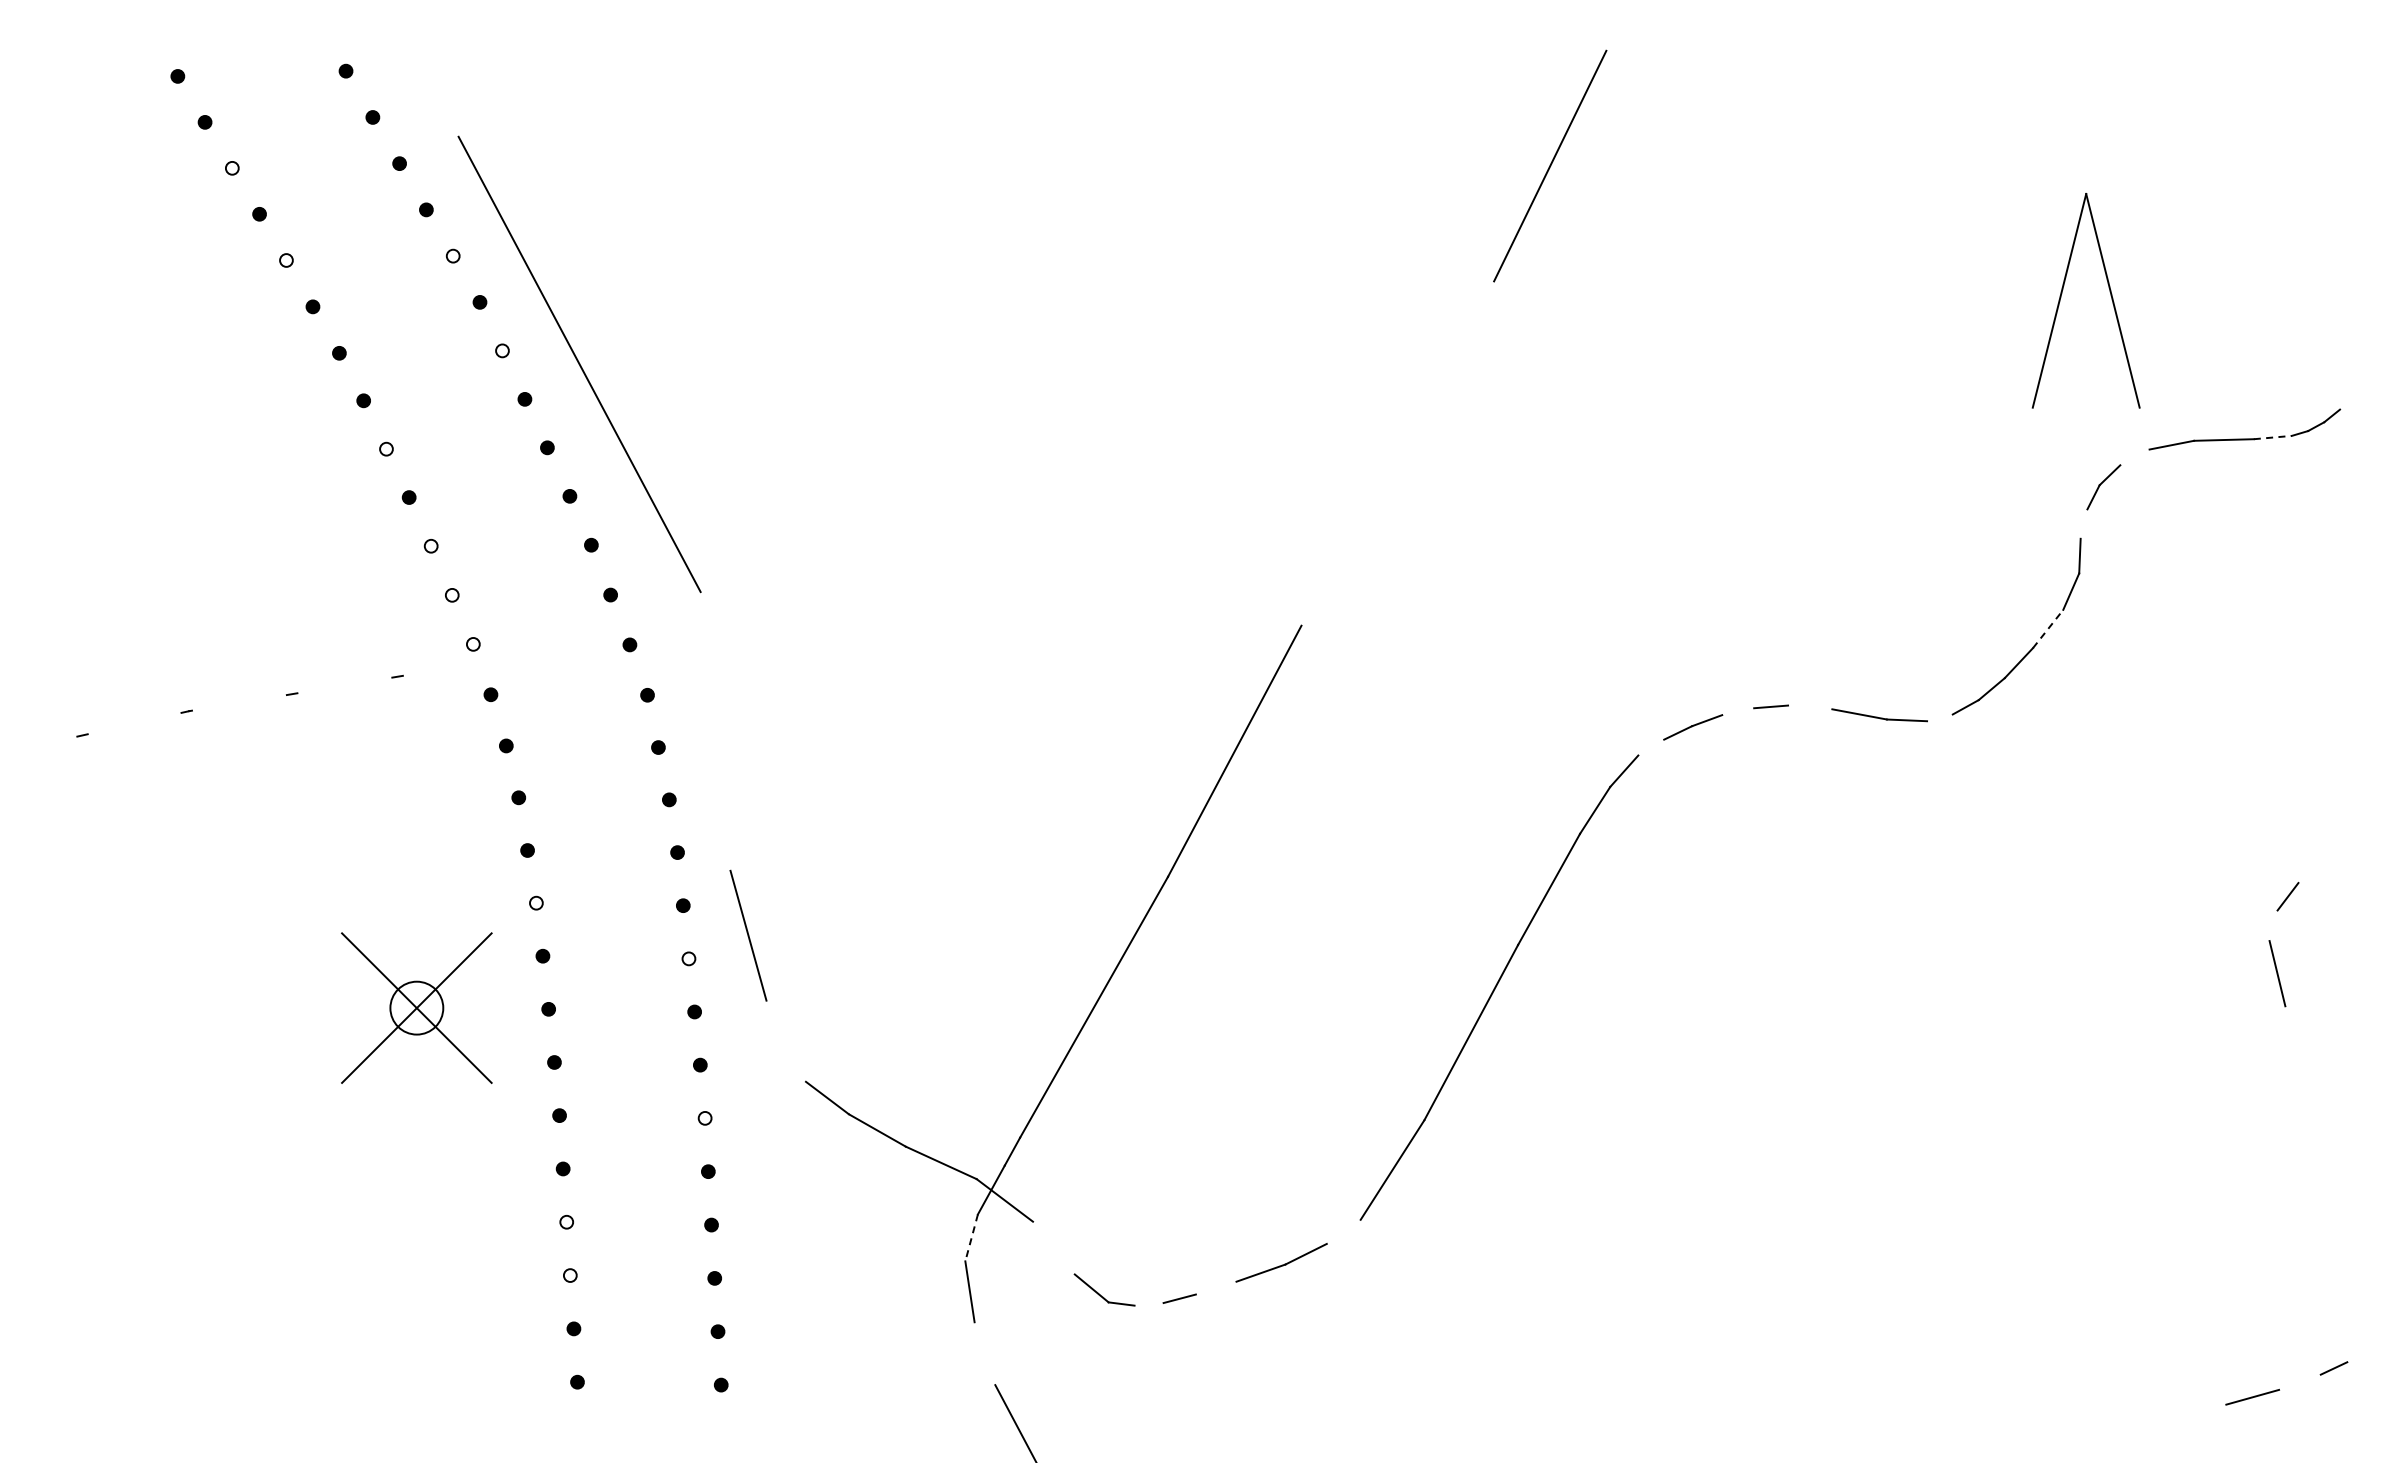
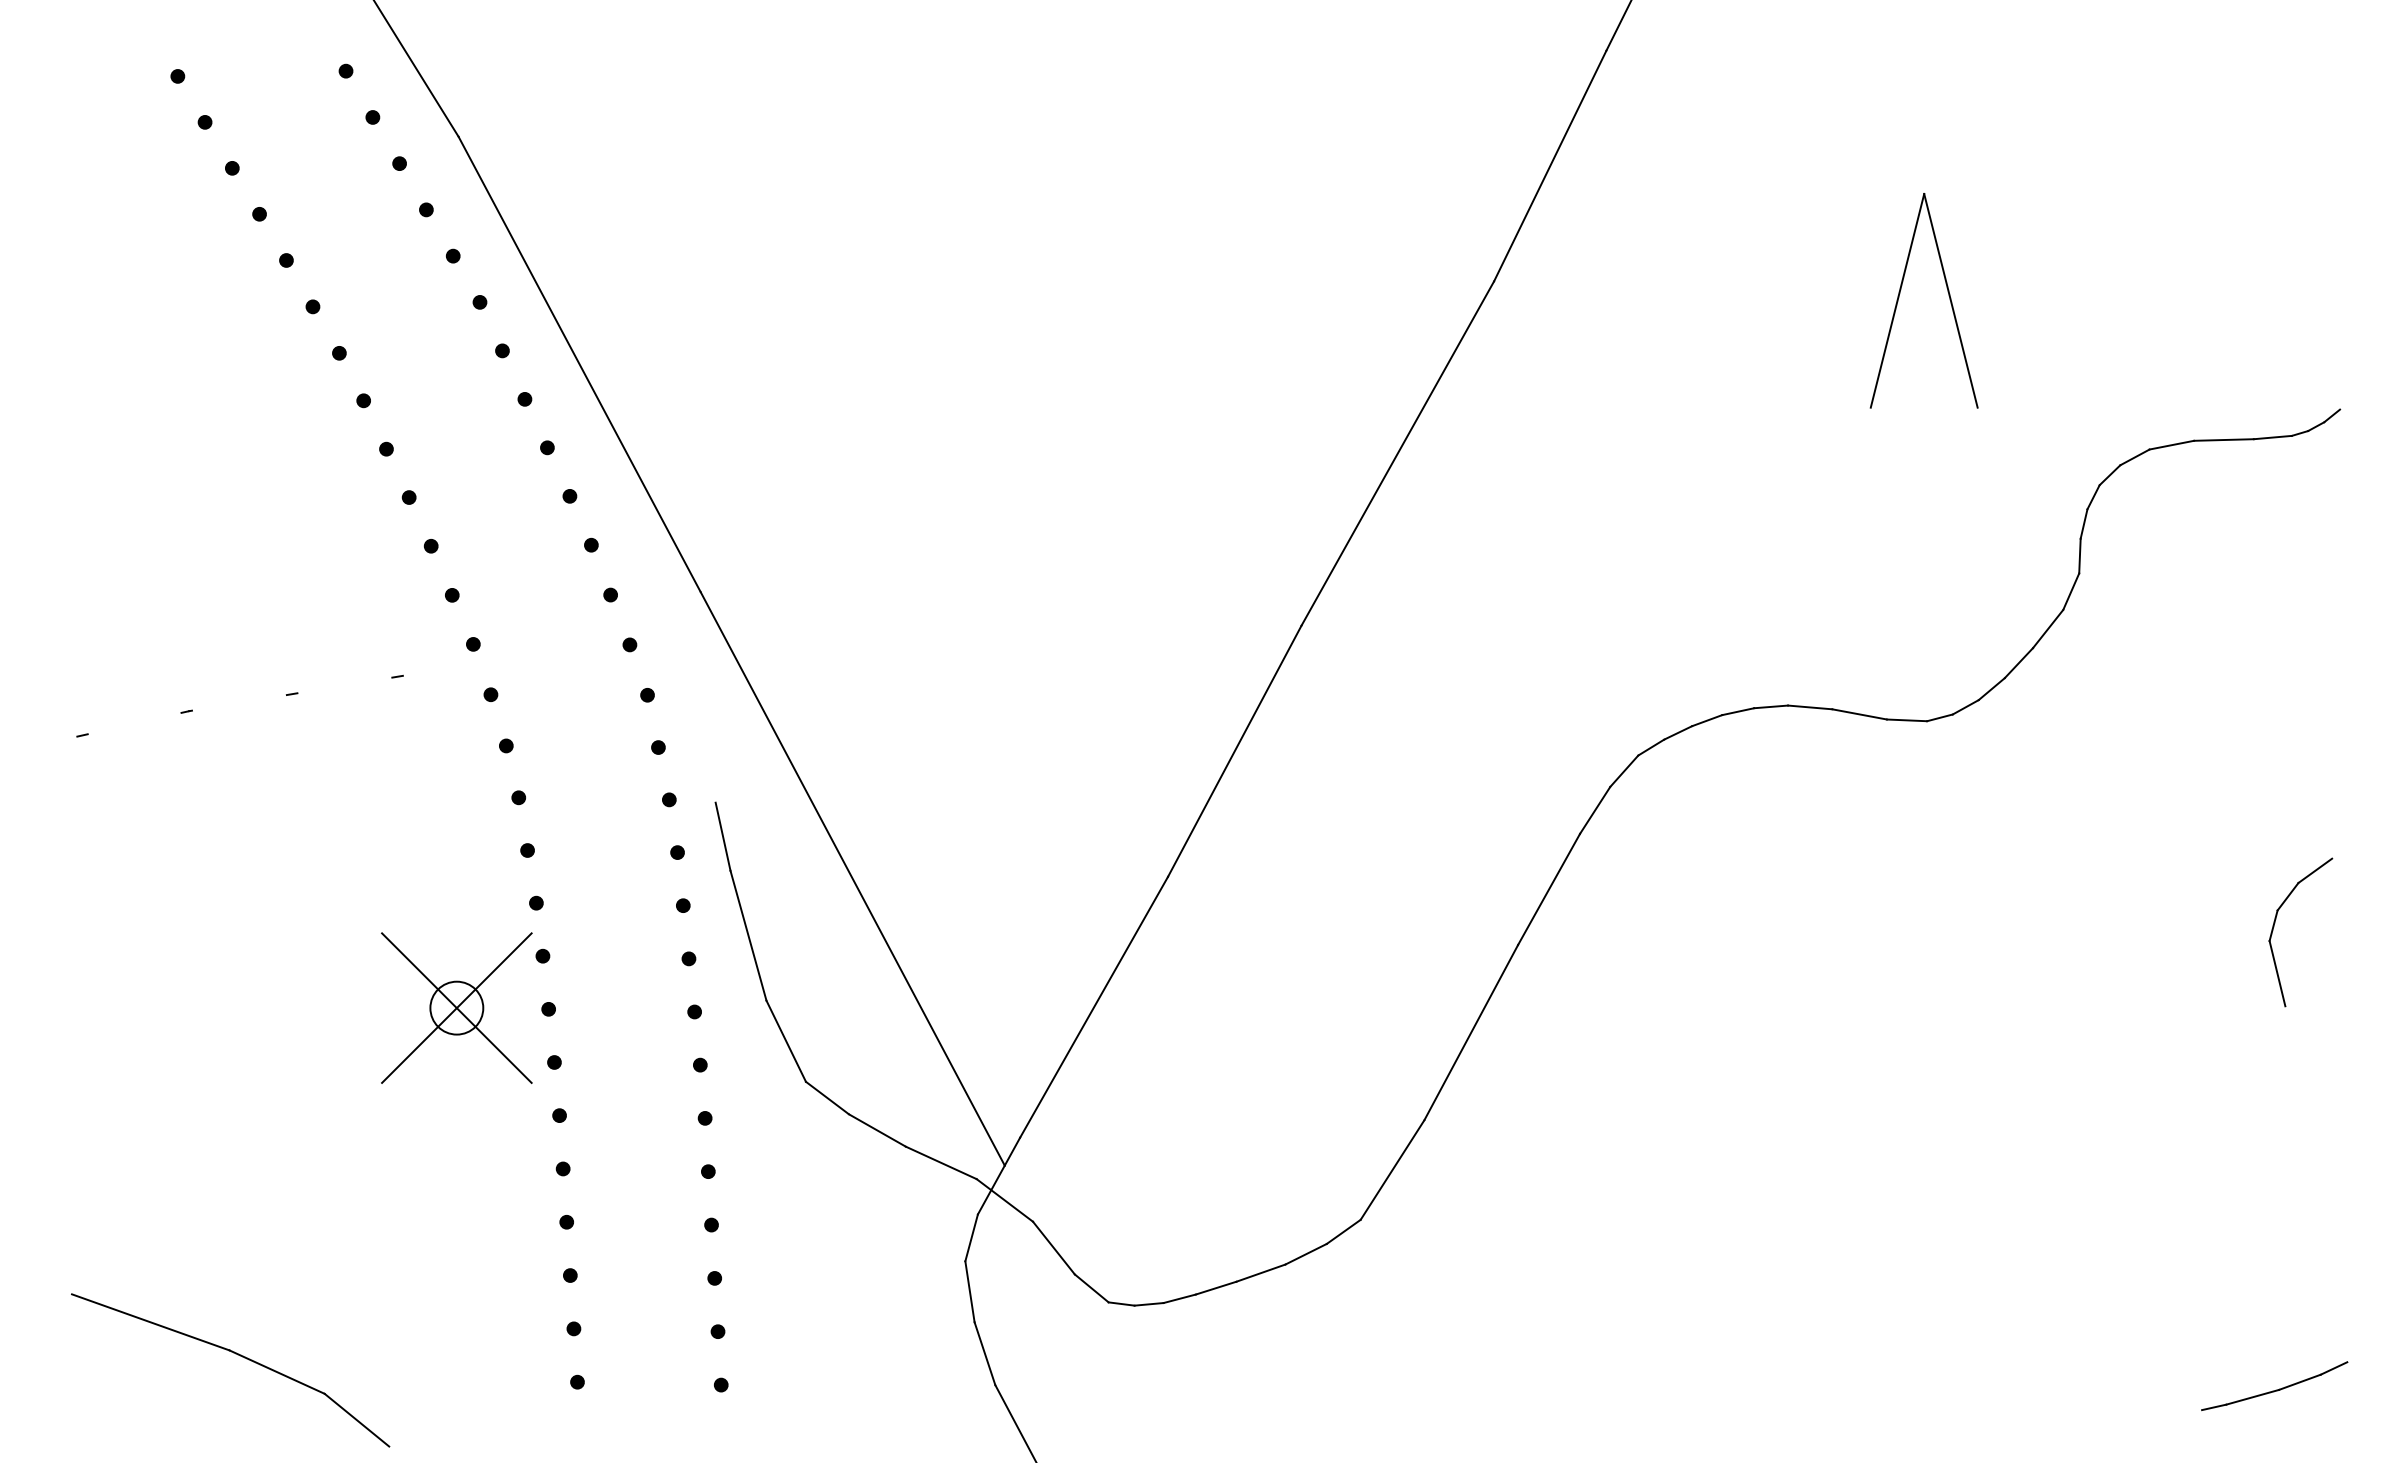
line at (1618, 26): none -> present
line at (416, 69): none -> present
fill at (231, 167): none -> present
fill at (452, 255): none -> present
fill at (286, 260): none -> present
part at (2062, 293) position: (2062, 293) -> (1900, 293)
fill at (502, 350): none -> present
line at (2273, 437): dashed -> solid
fill at (386, 448): none -> present
line at (1397, 453): none -> present
line at (2134, 457): none -> present
line at (2083, 523): none -> present
fill at (430, 545): none -> present
fill at (451, 594): none -> present
line at (2048, 628): dashed -> solid
fill at (472, 644): none -> present
line at (1810, 707): none -> present
line at (1738, 711): none -> present
line at (1939, 717): none -> present
line at (1651, 747): none -> present
line at (722, 836): none -> present
line at (2315, 870): none -> present
line at (852, 878): none -> present
fill at (536, 902): none -> present
line at (2273, 925): none -> present
fill at (688, 958): none -> present
part at (416, 1007) position: (416, 1007) -> (456, 1007)
line at (785, 1040): none -> present
fill at (704, 1117): none -> present
fill at (566, 1221): none -> present
line at (1343, 1231): none -> present
line at (971, 1238): dashed -> solid
line at (1053, 1247): none -> present
fill at (569, 1275): none -> present
line at (1215, 1287): none -> present
line at (1148, 1304): none -> present
line at (984, 1353): none -> present
part at (237, 1355): none -> present
line at (2299, 1381): none -> present
line at (2214, 1407): none -> present
